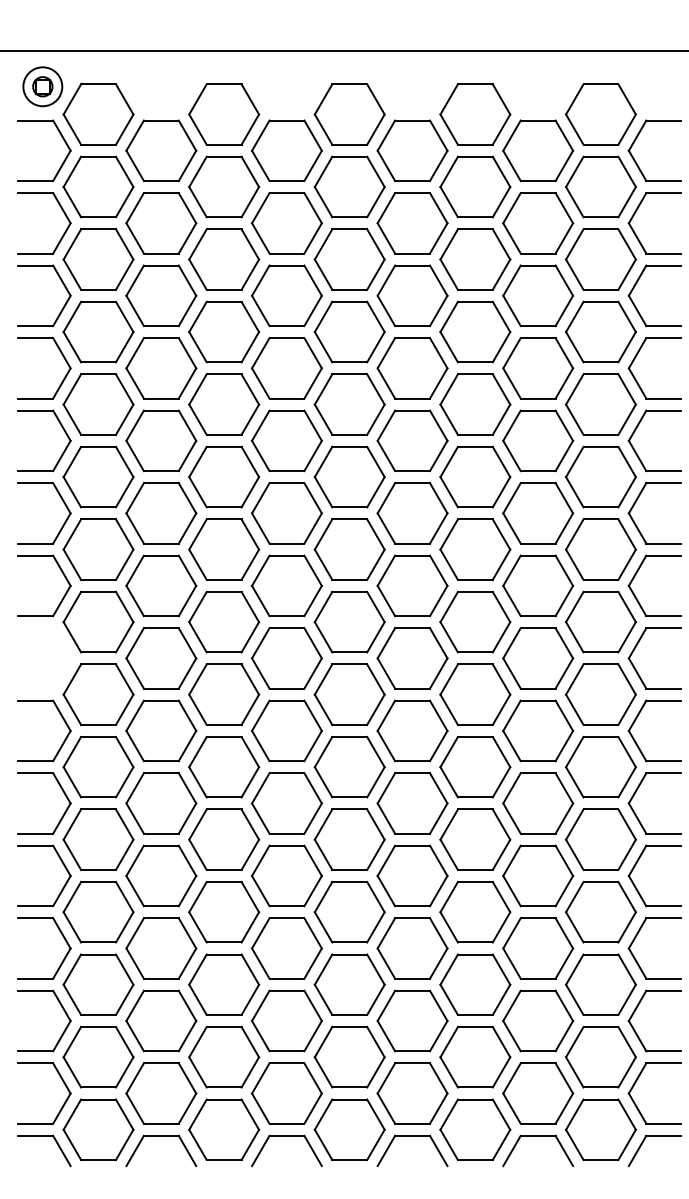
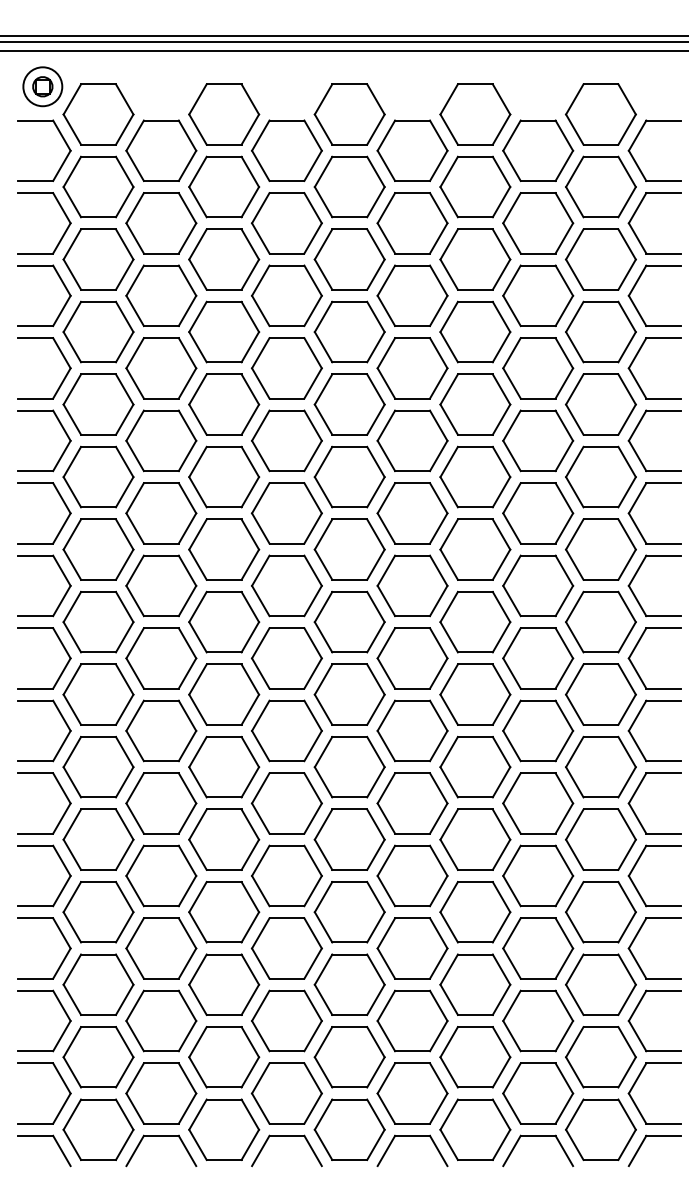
line at (343, 35): none -> present
line at (343, 42): none -> present
part at (63, 648): none -> present
